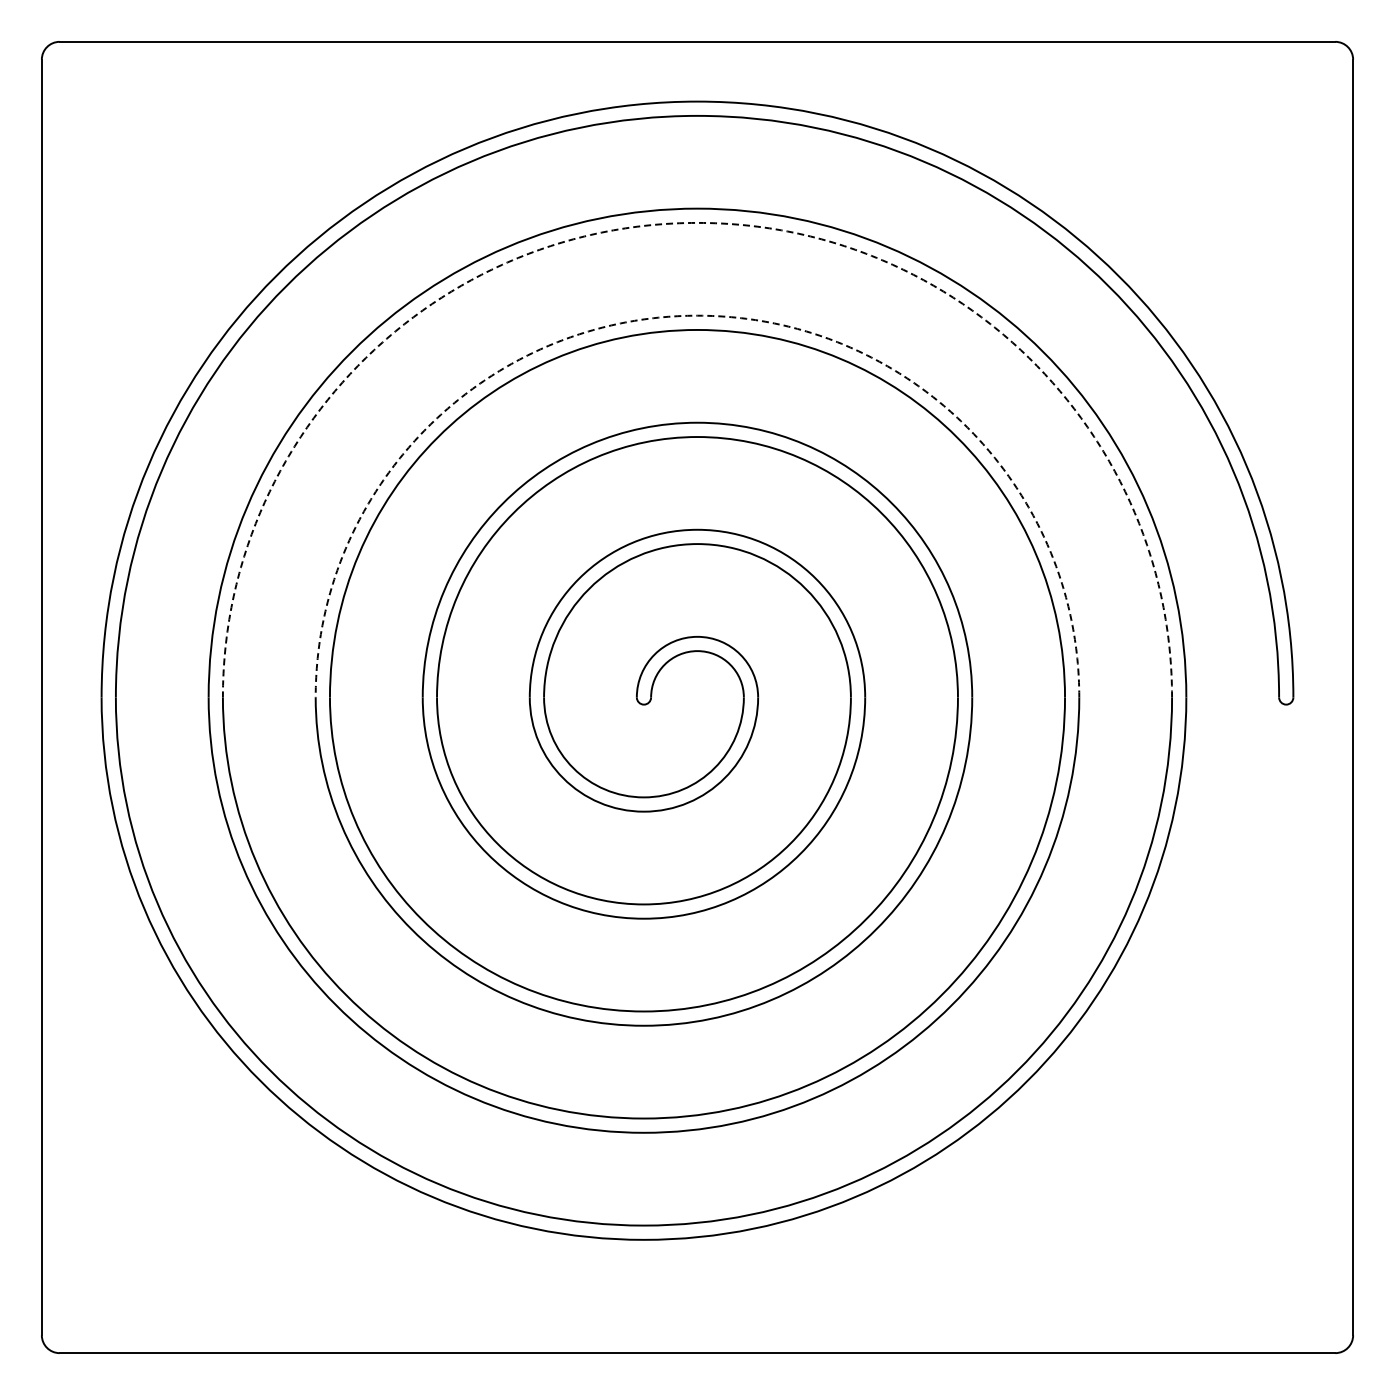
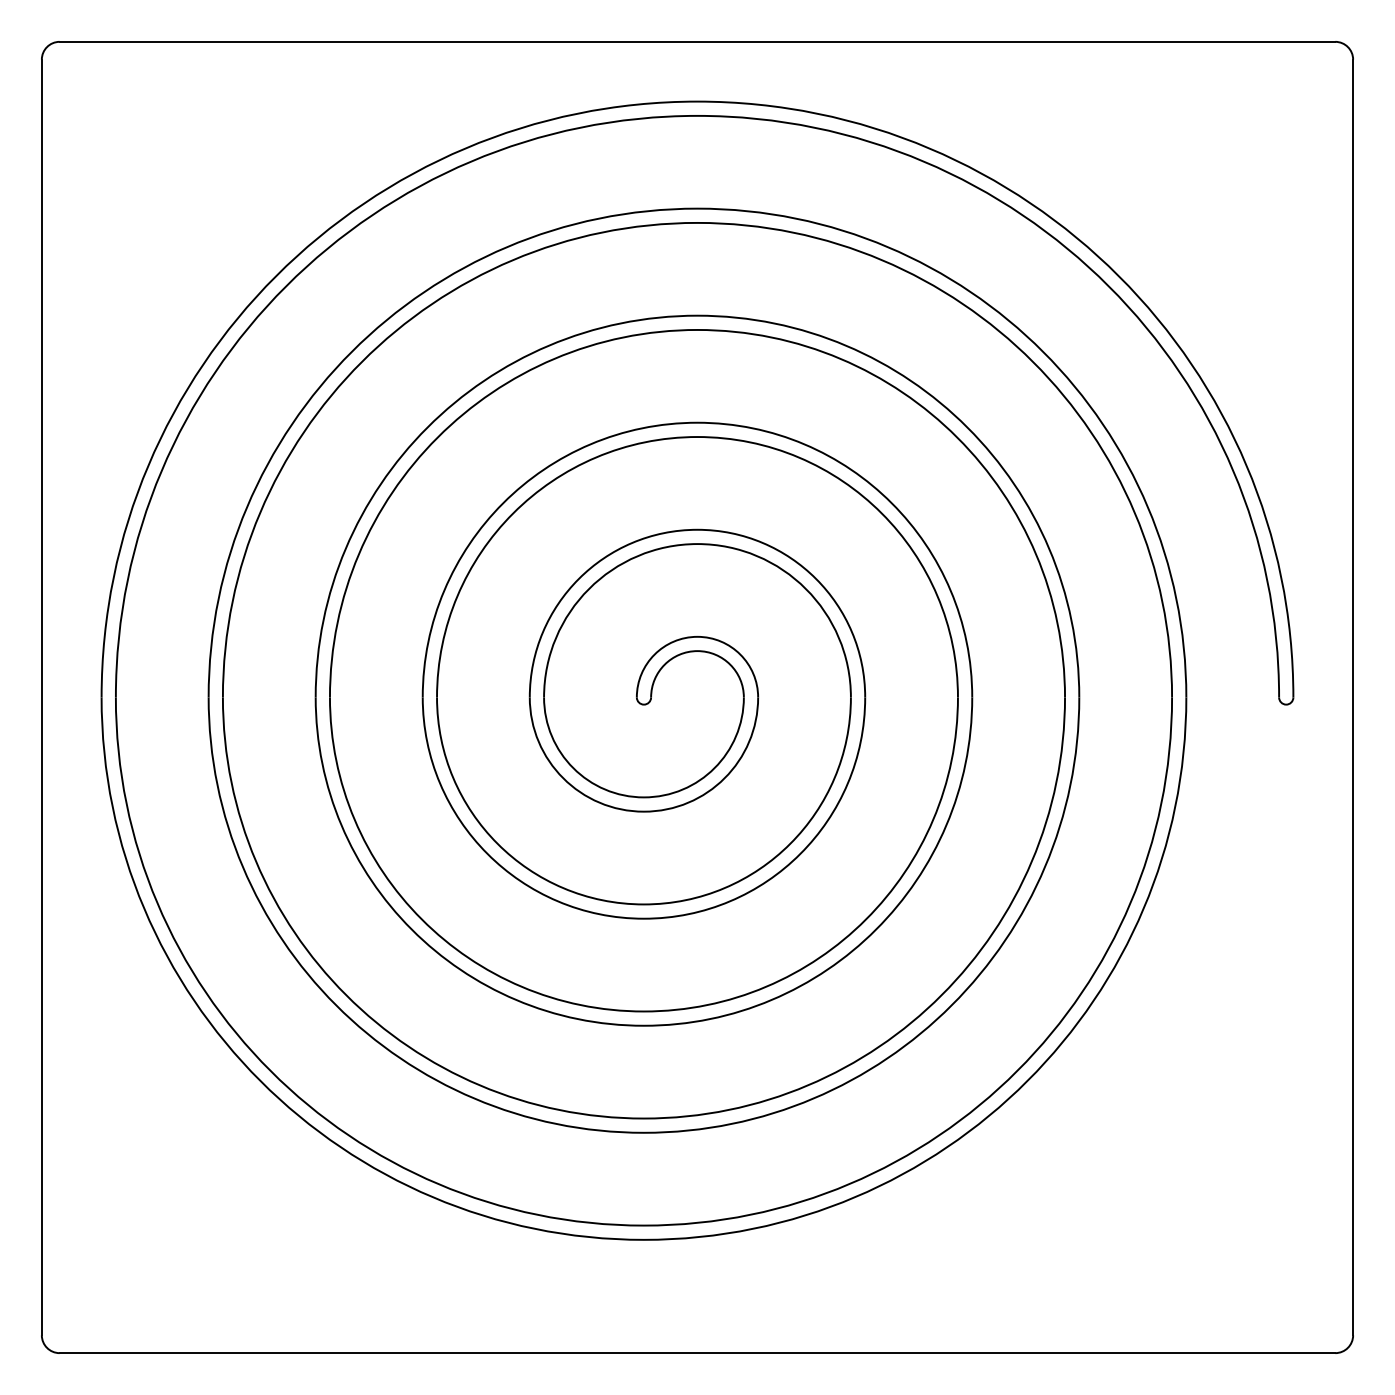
arc at (697, 222): dashed -> solid
arc at (697, 315): dashed -> solid
